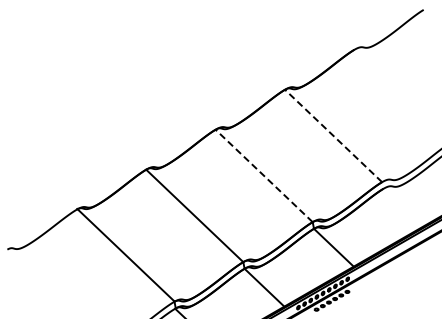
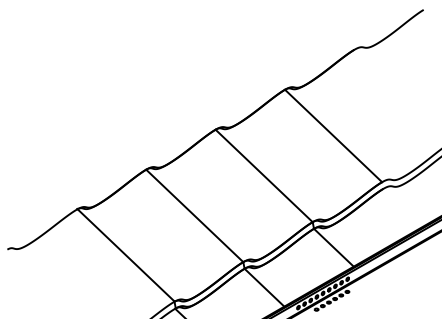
line at (333, 135): dashed -> solid
line at (263, 175): dashed -> solid
